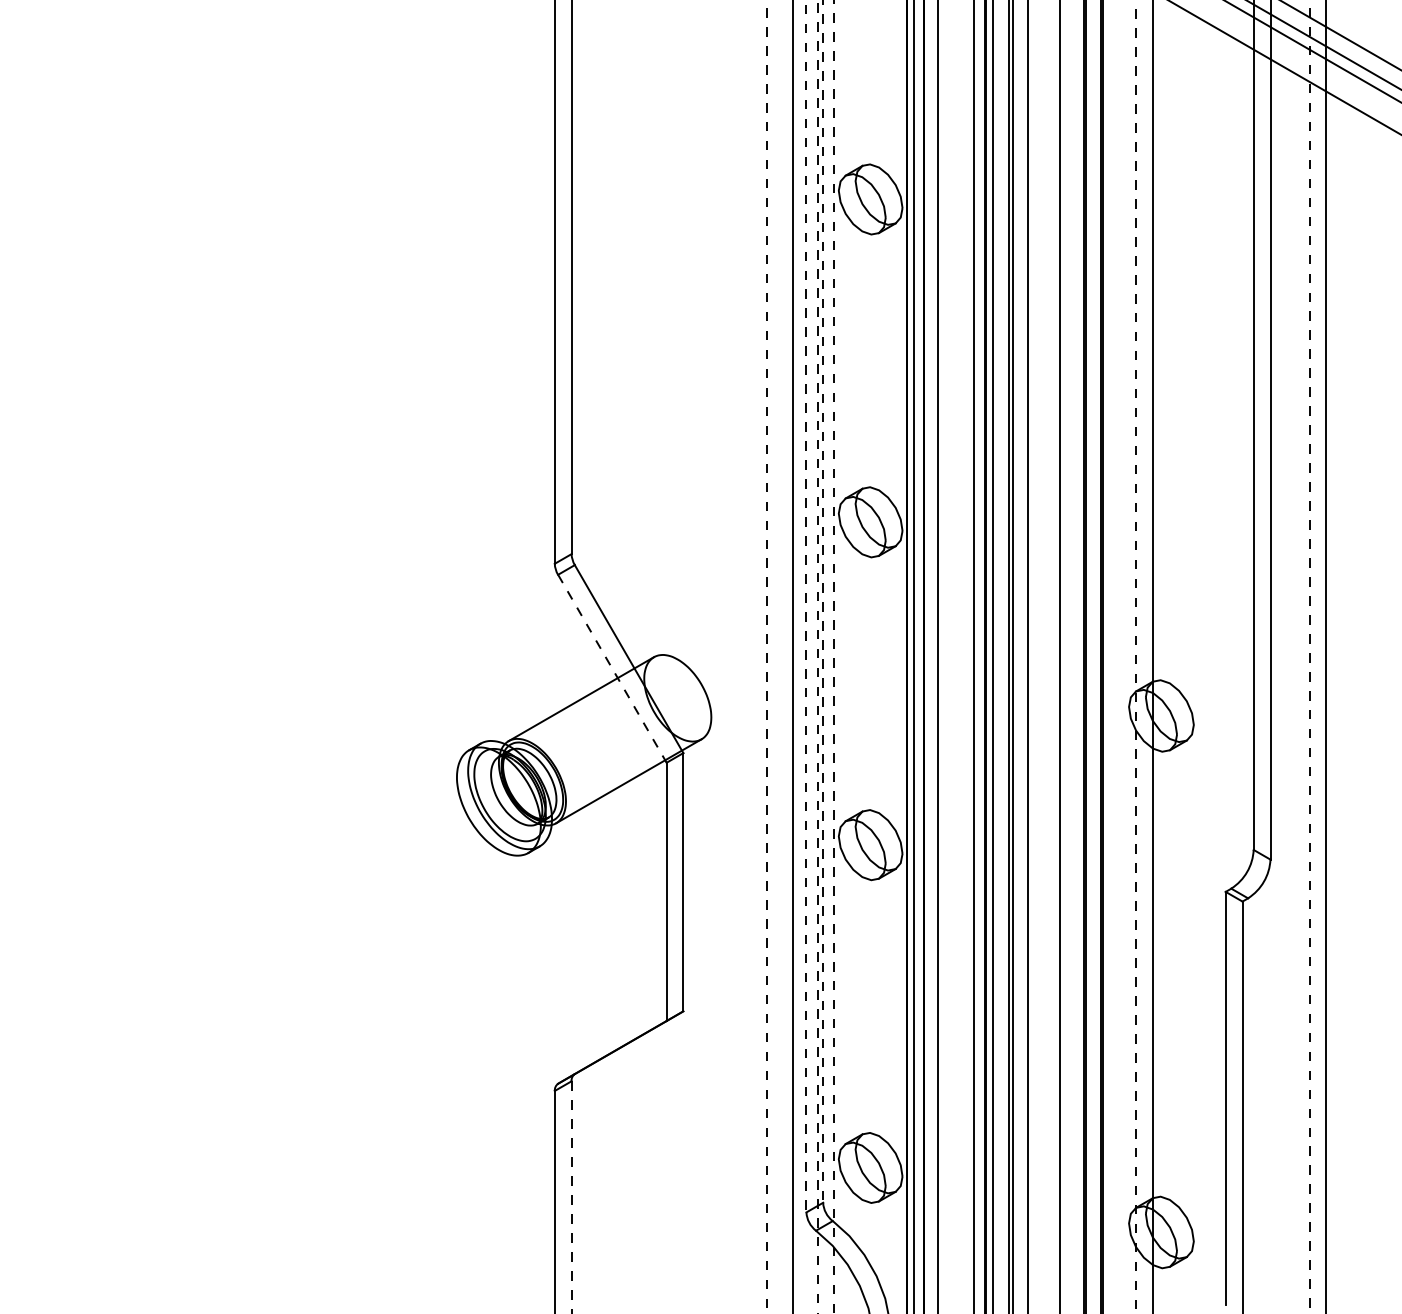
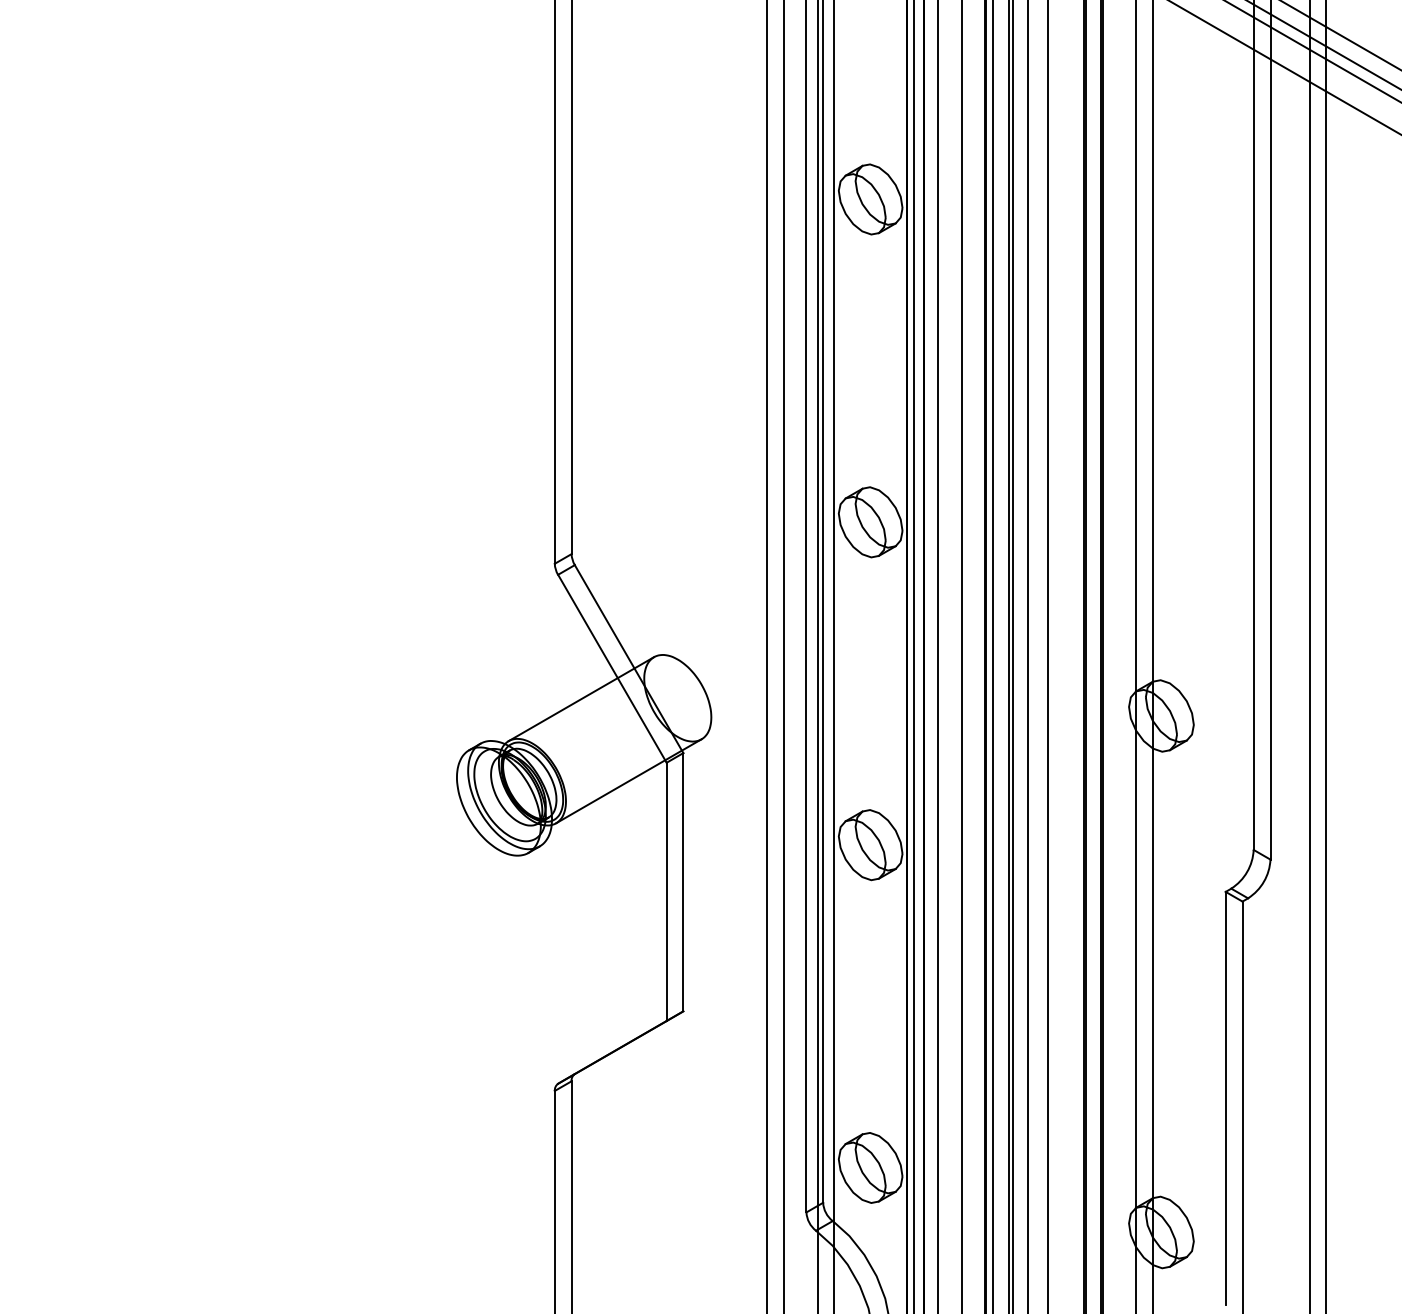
line at (823, 601): dashed -> solid
line at (806, 606): dashed -> solid
line at (793, 656) position: (793, 656) -> (784, 656)
line at (973, 656) position: (973, 656) -> (961, 656)
line at (1059, 656) position: (1059, 656) -> (1047, 656)
line at (1136, 656): dashed -> solid
line at (767, 657): dashed -> solid
line at (817, 657): dashed -> solid
line at (834, 657): dashed -> solid
line at (1309, 657): dashed -> solid
line at (612, 668): dashed -> solid
line at (571, 1198): dashed -> solid
